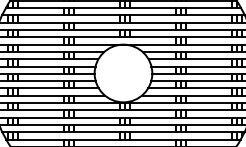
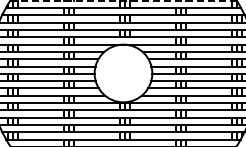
line at (123, 0): solid -> dashed
